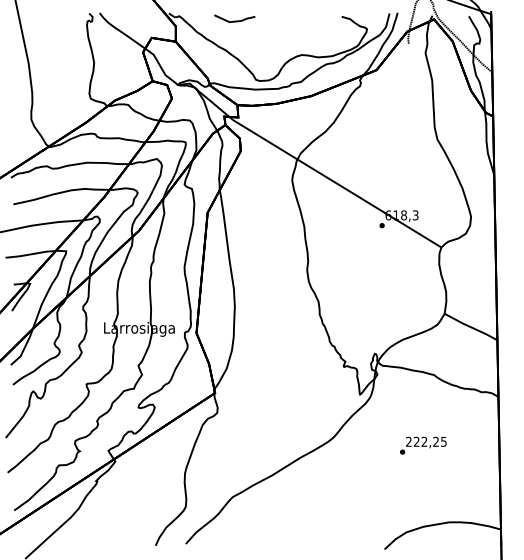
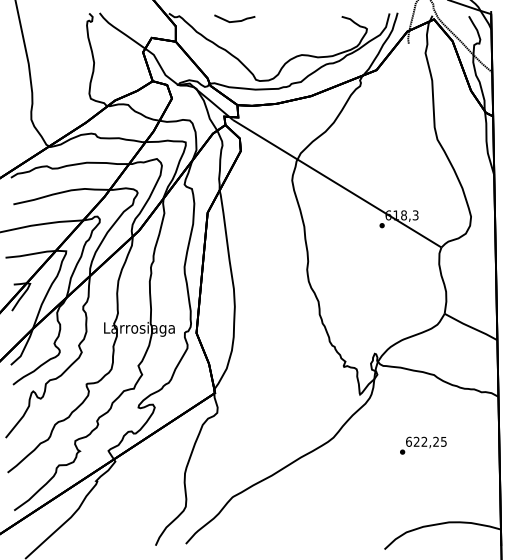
text at (408, 441): 222,25 -> 622,25
